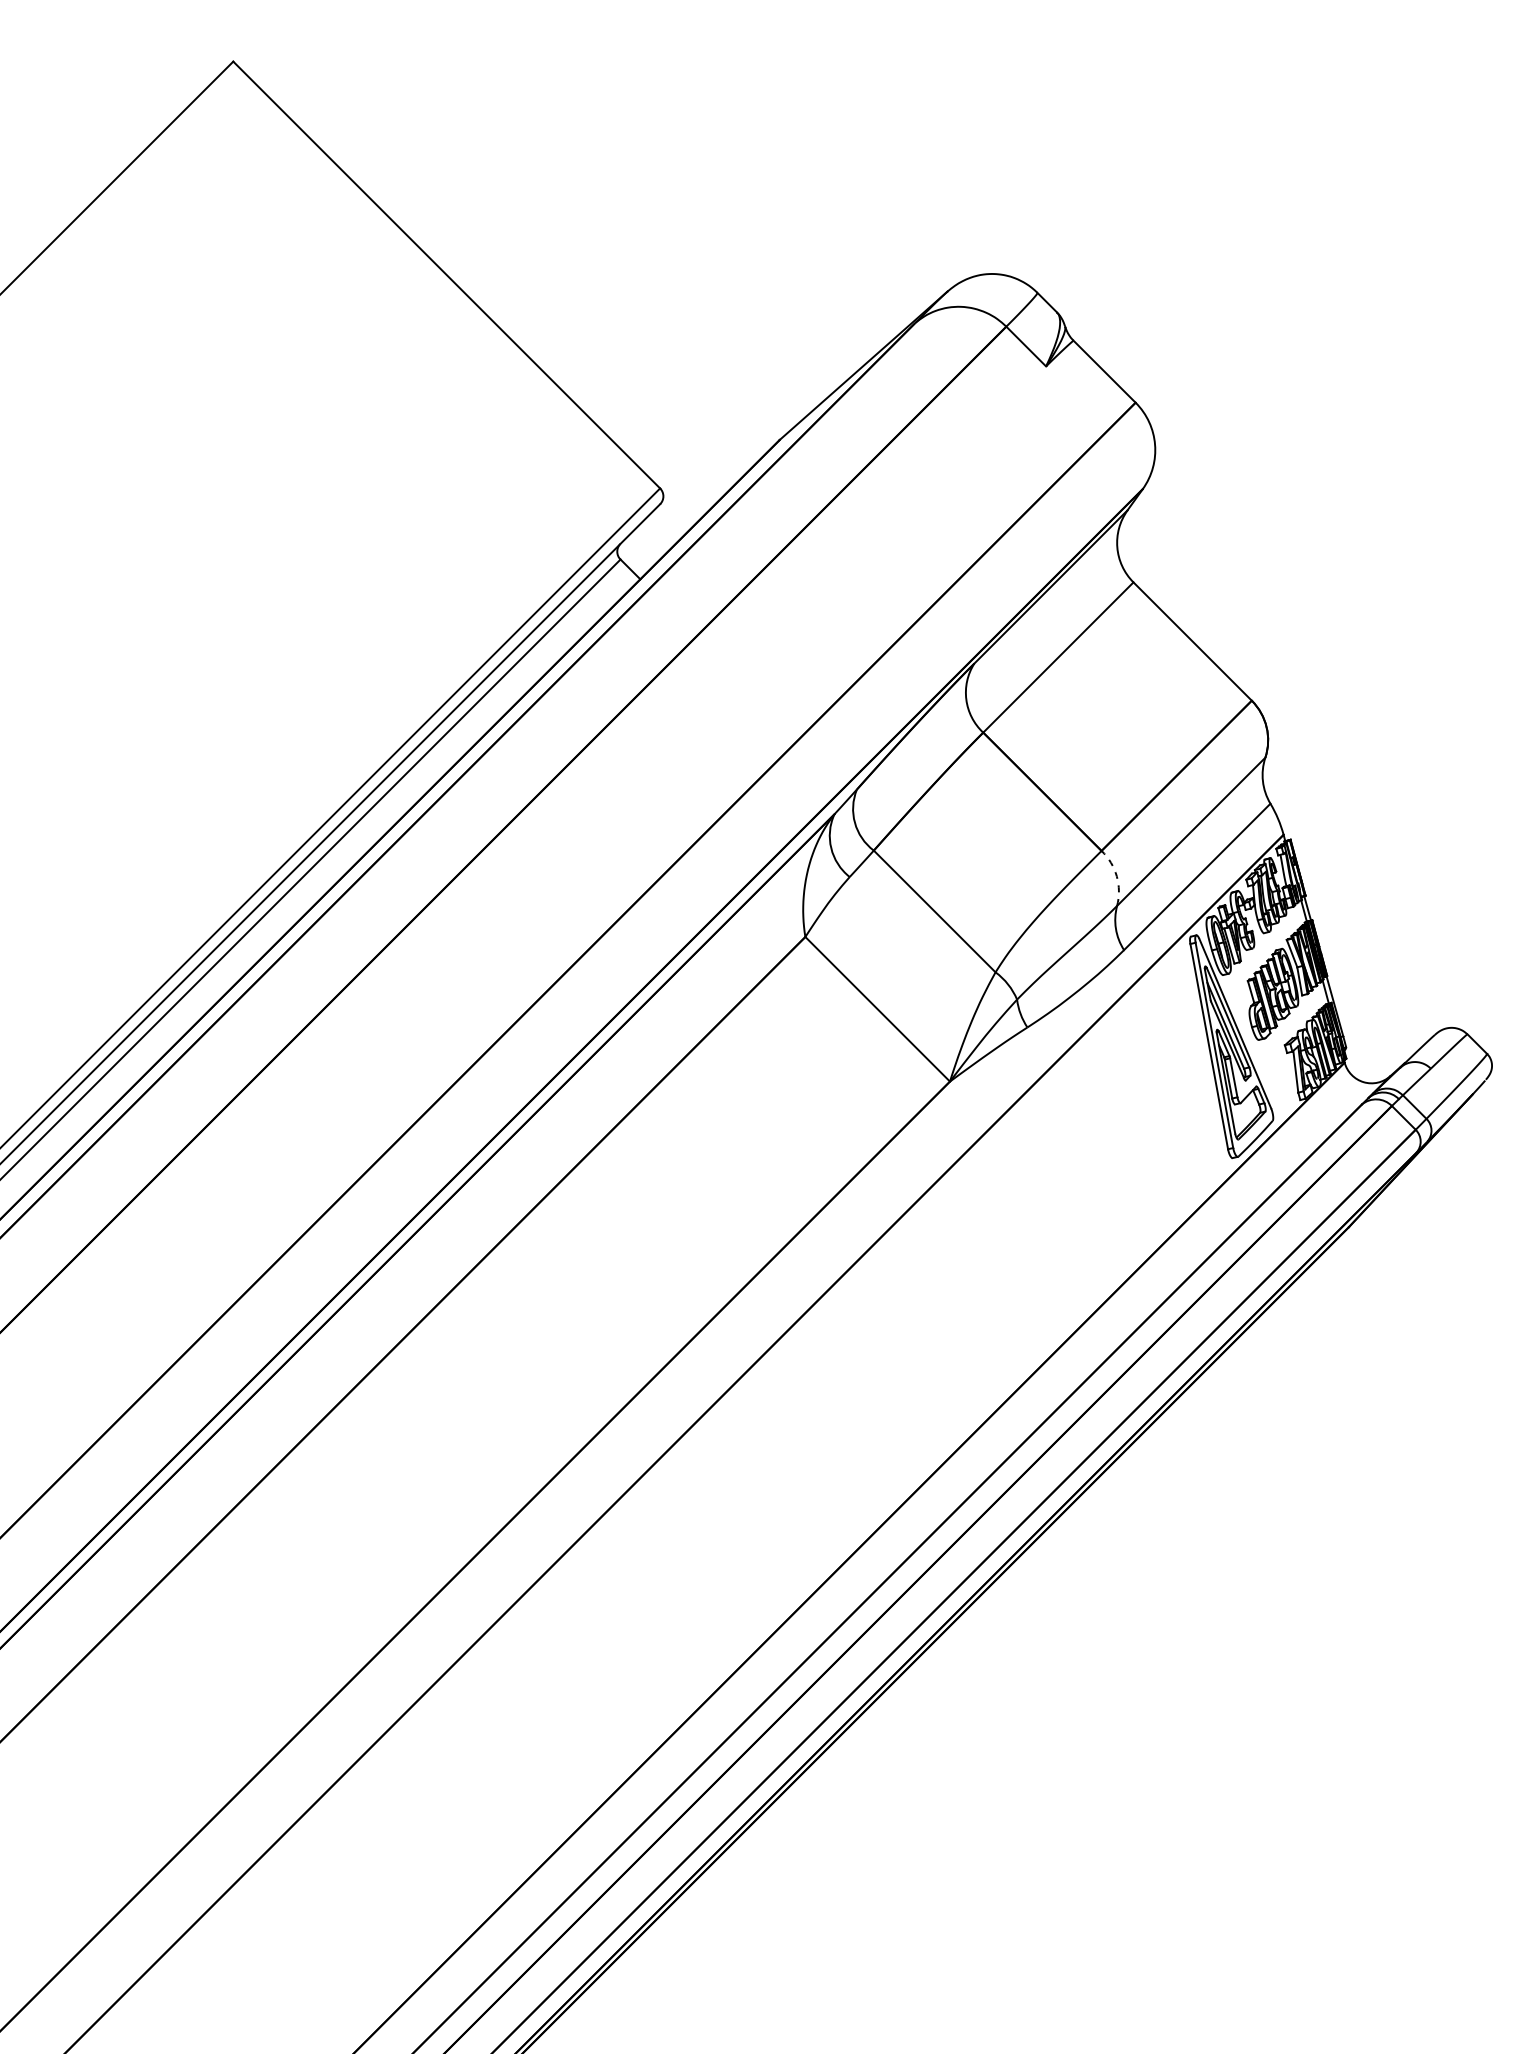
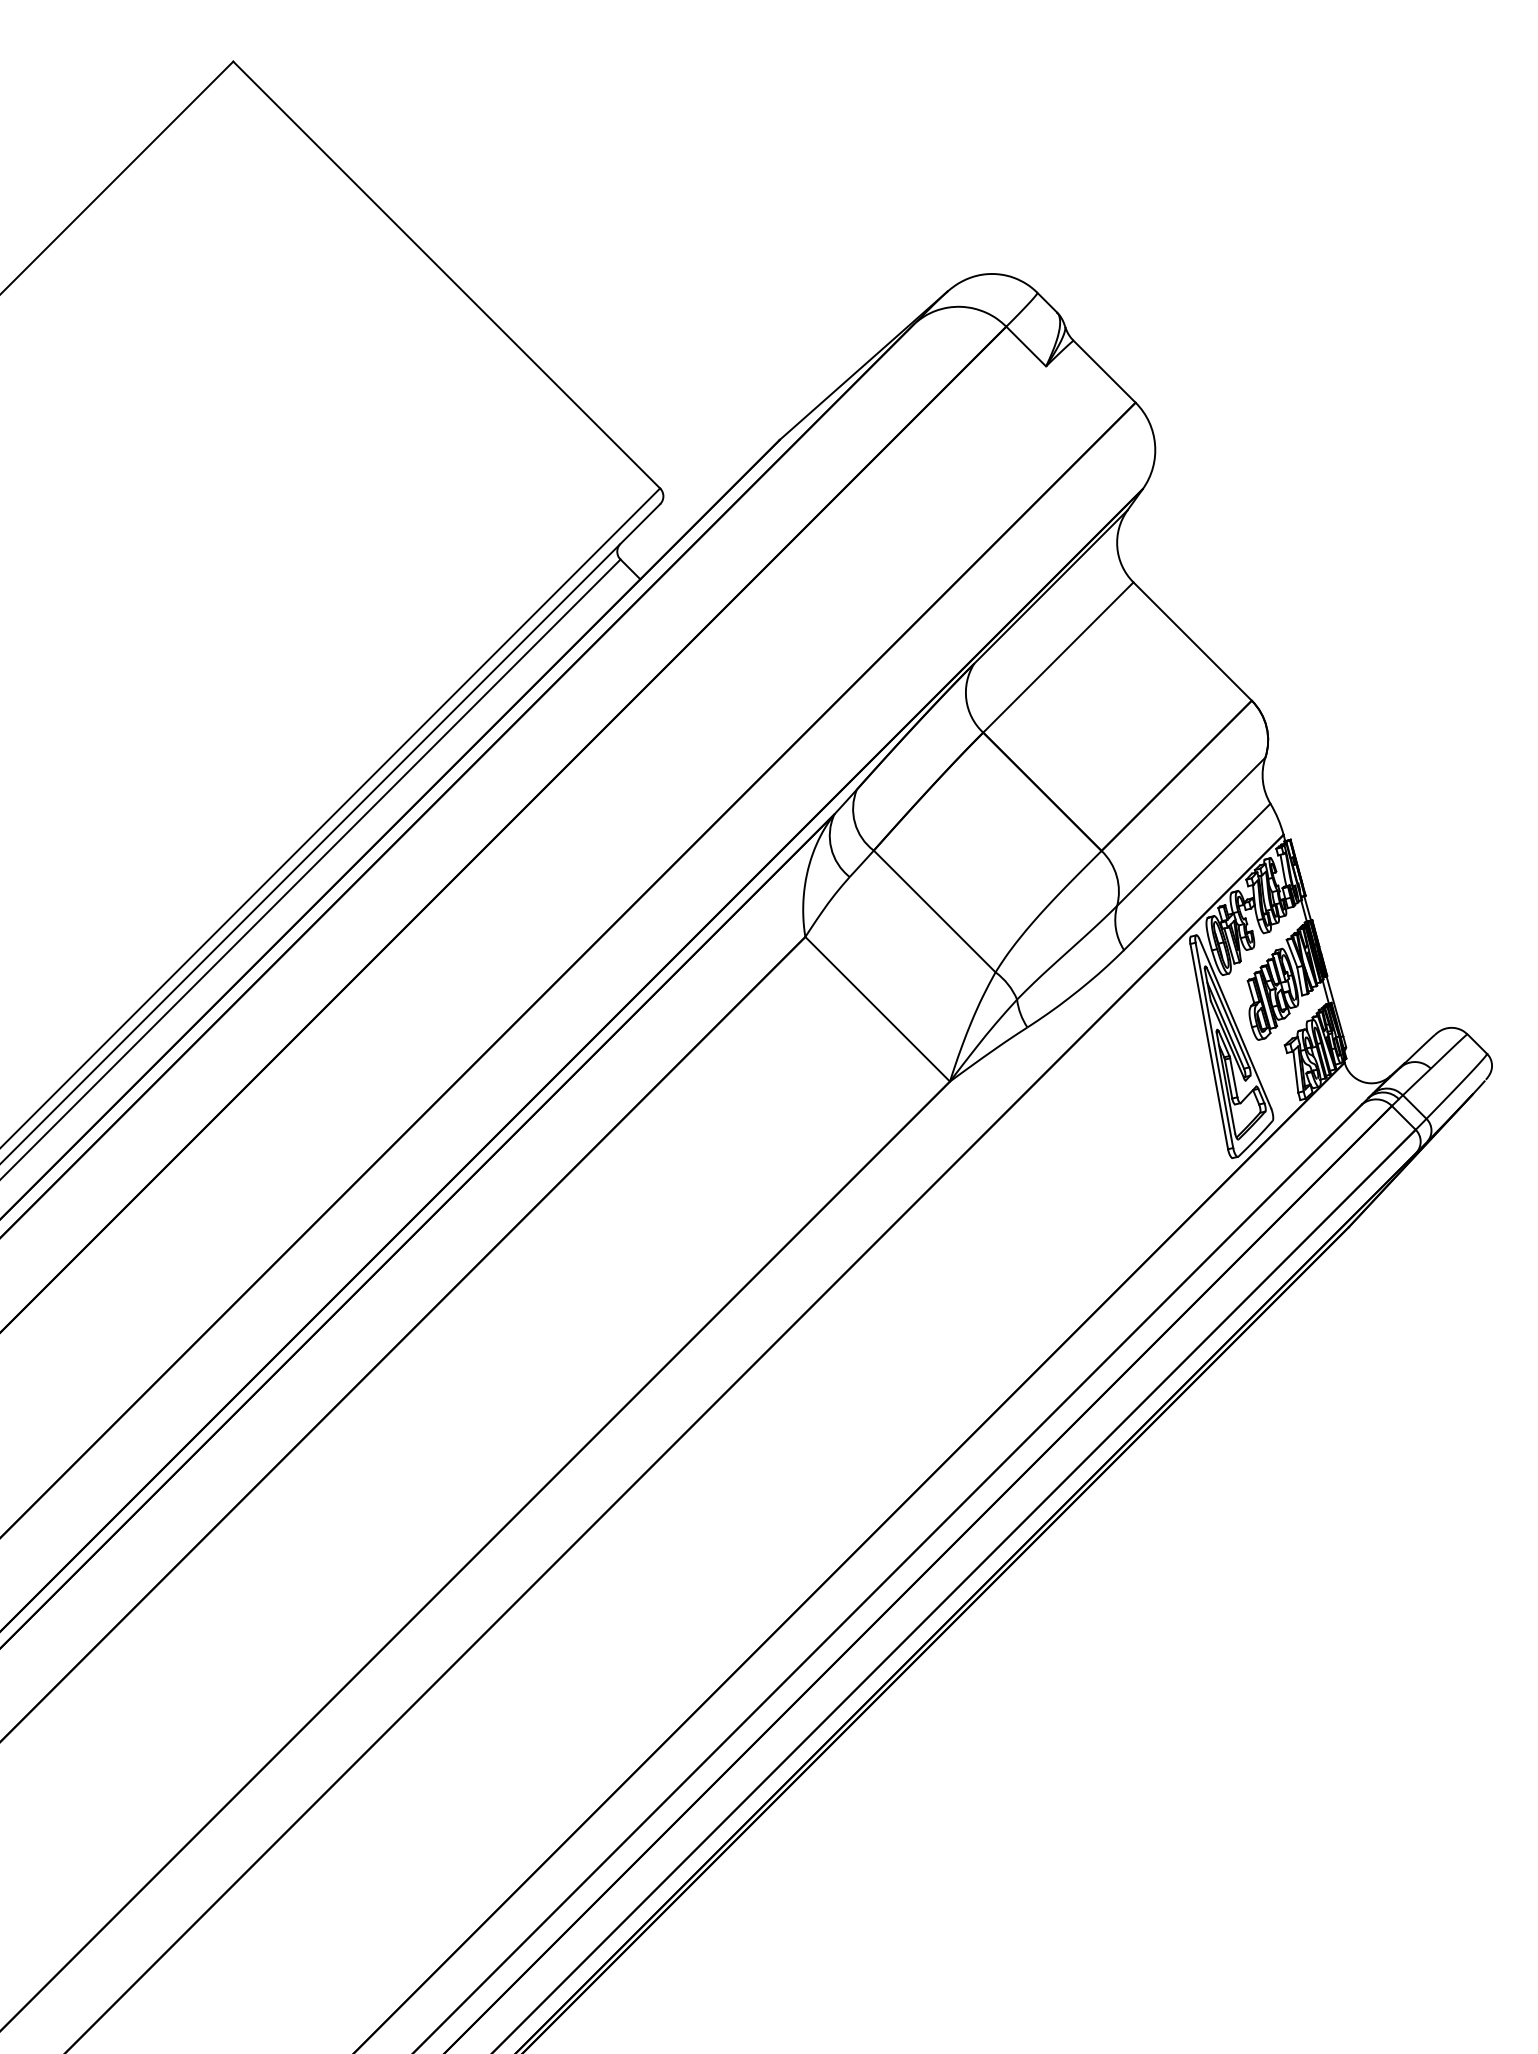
arc at (1116, 876): dashed -> solid
